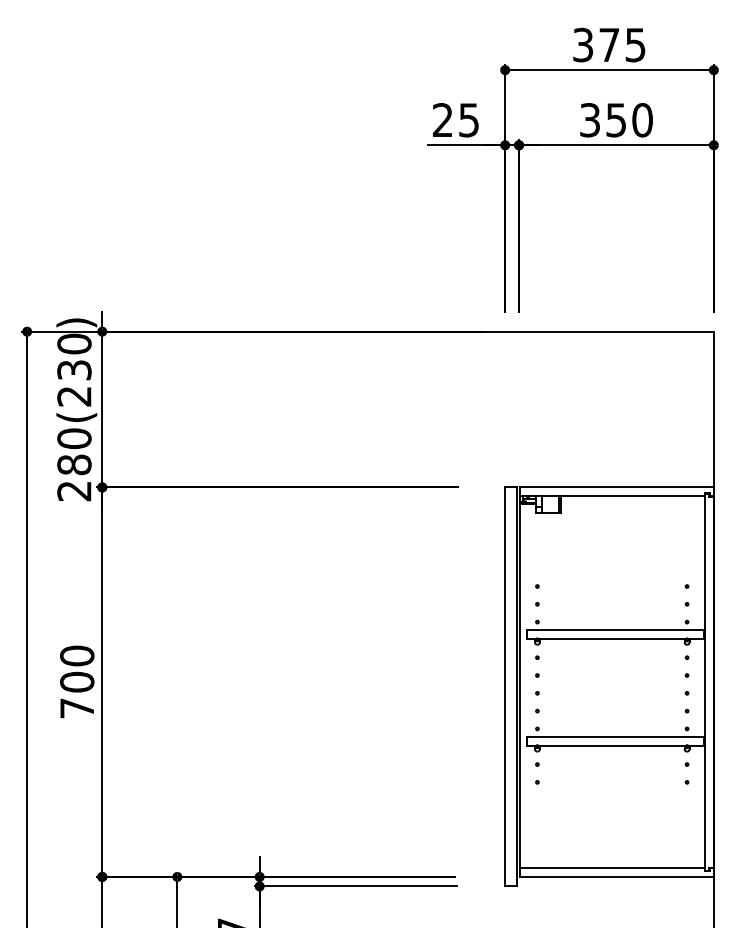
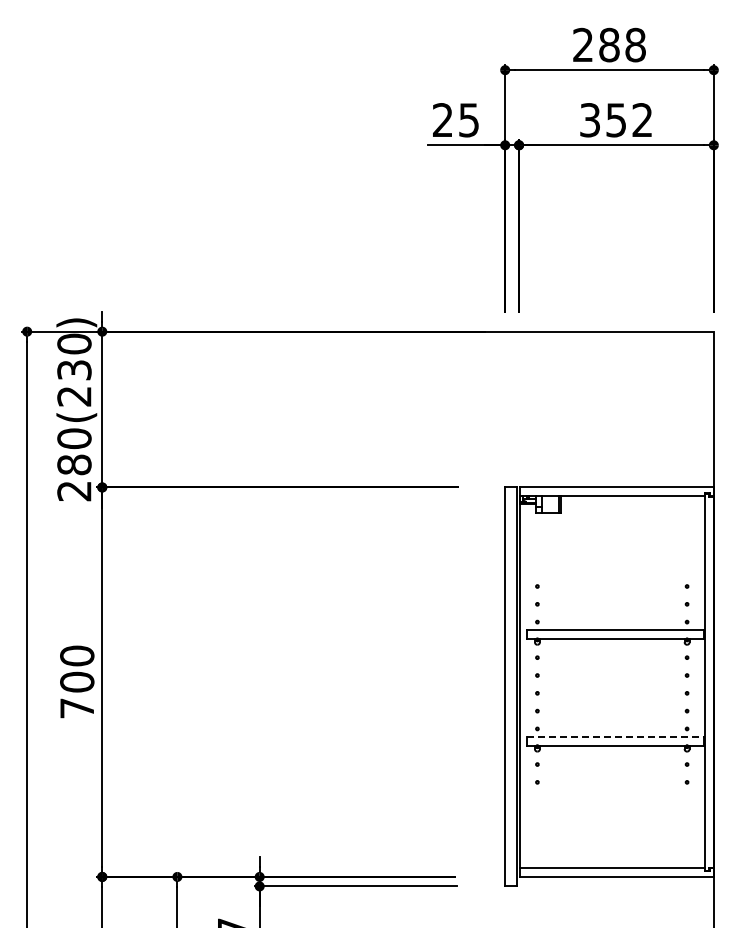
text at (609, 44): 375 -> 288
text at (642, 120): 350 -> 352
line at (615, 737): solid -> dashed
